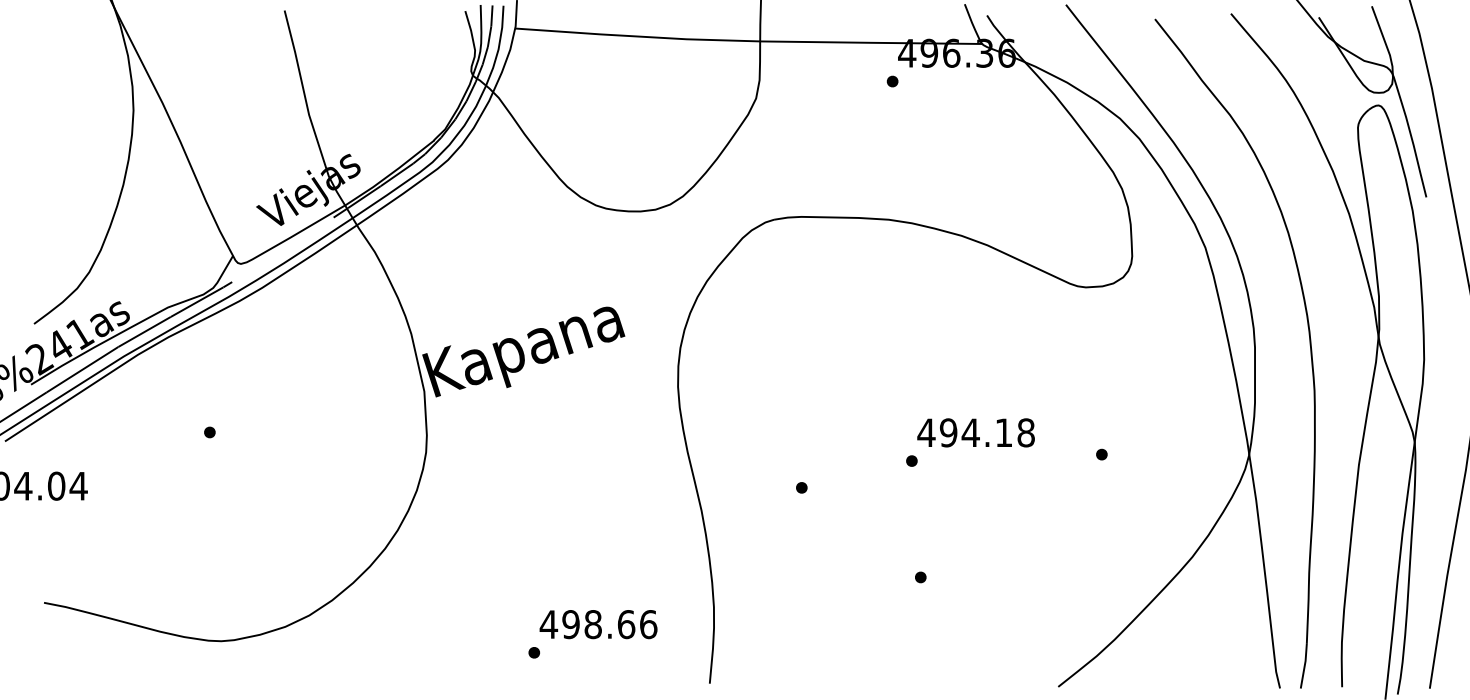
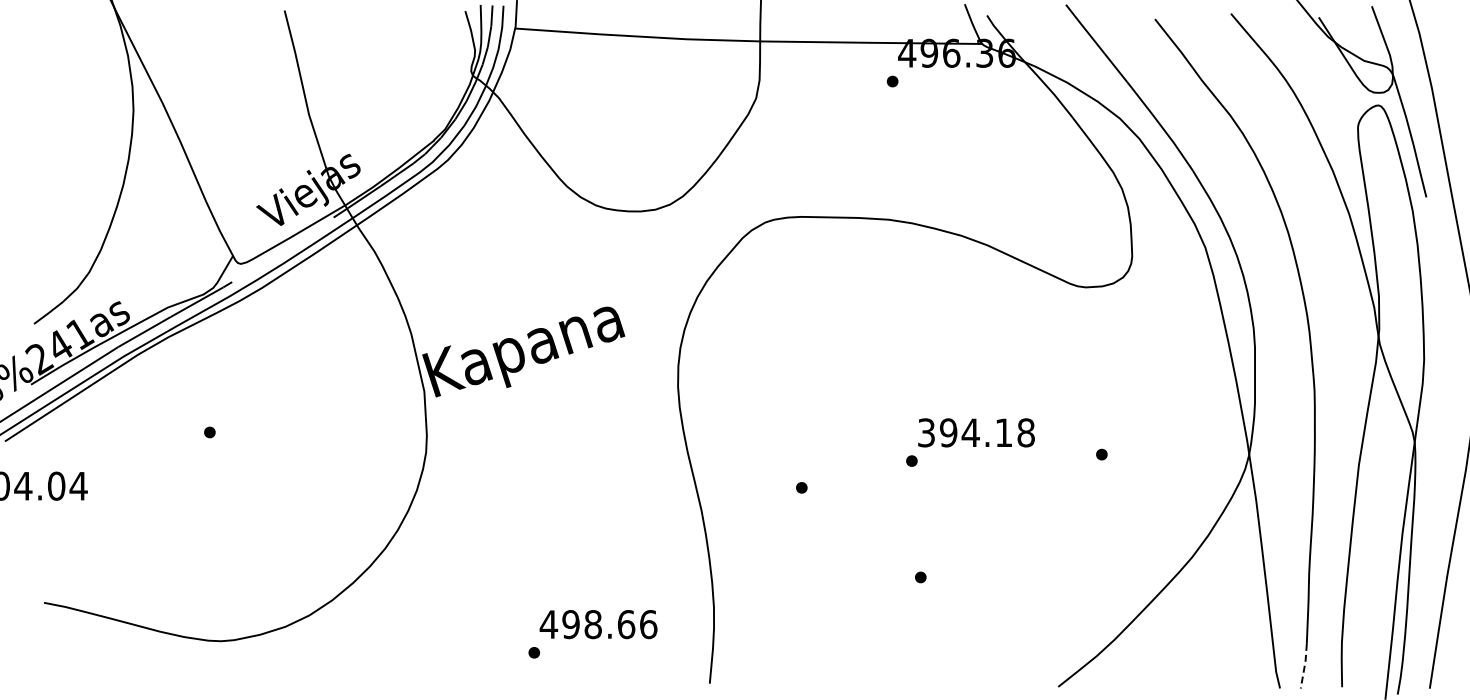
text at (926, 432): 494.18 -> 394.18
line at (1304, 665): solid -> dashed
